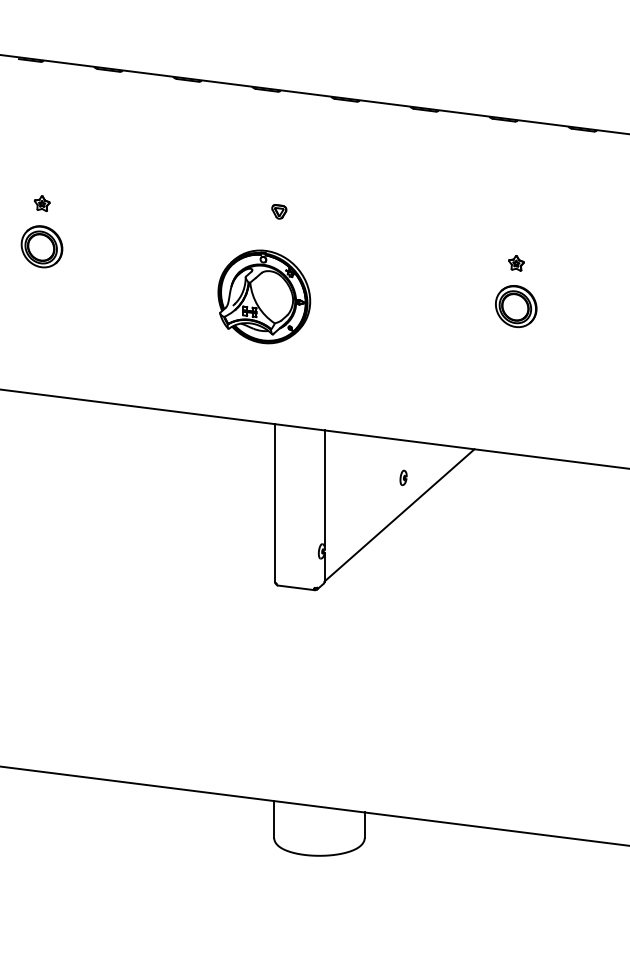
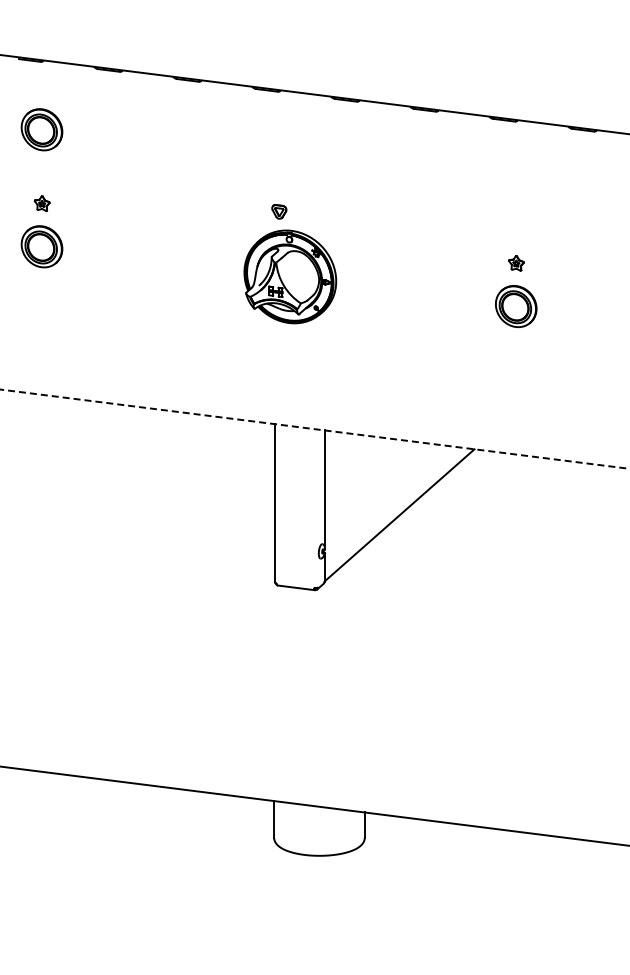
part at (41, 129): none -> present
part at (264, 296) position: (264, 296) -> (290, 276)
line at (315, 429): solid -> dashed
part at (403, 477): present -> none
